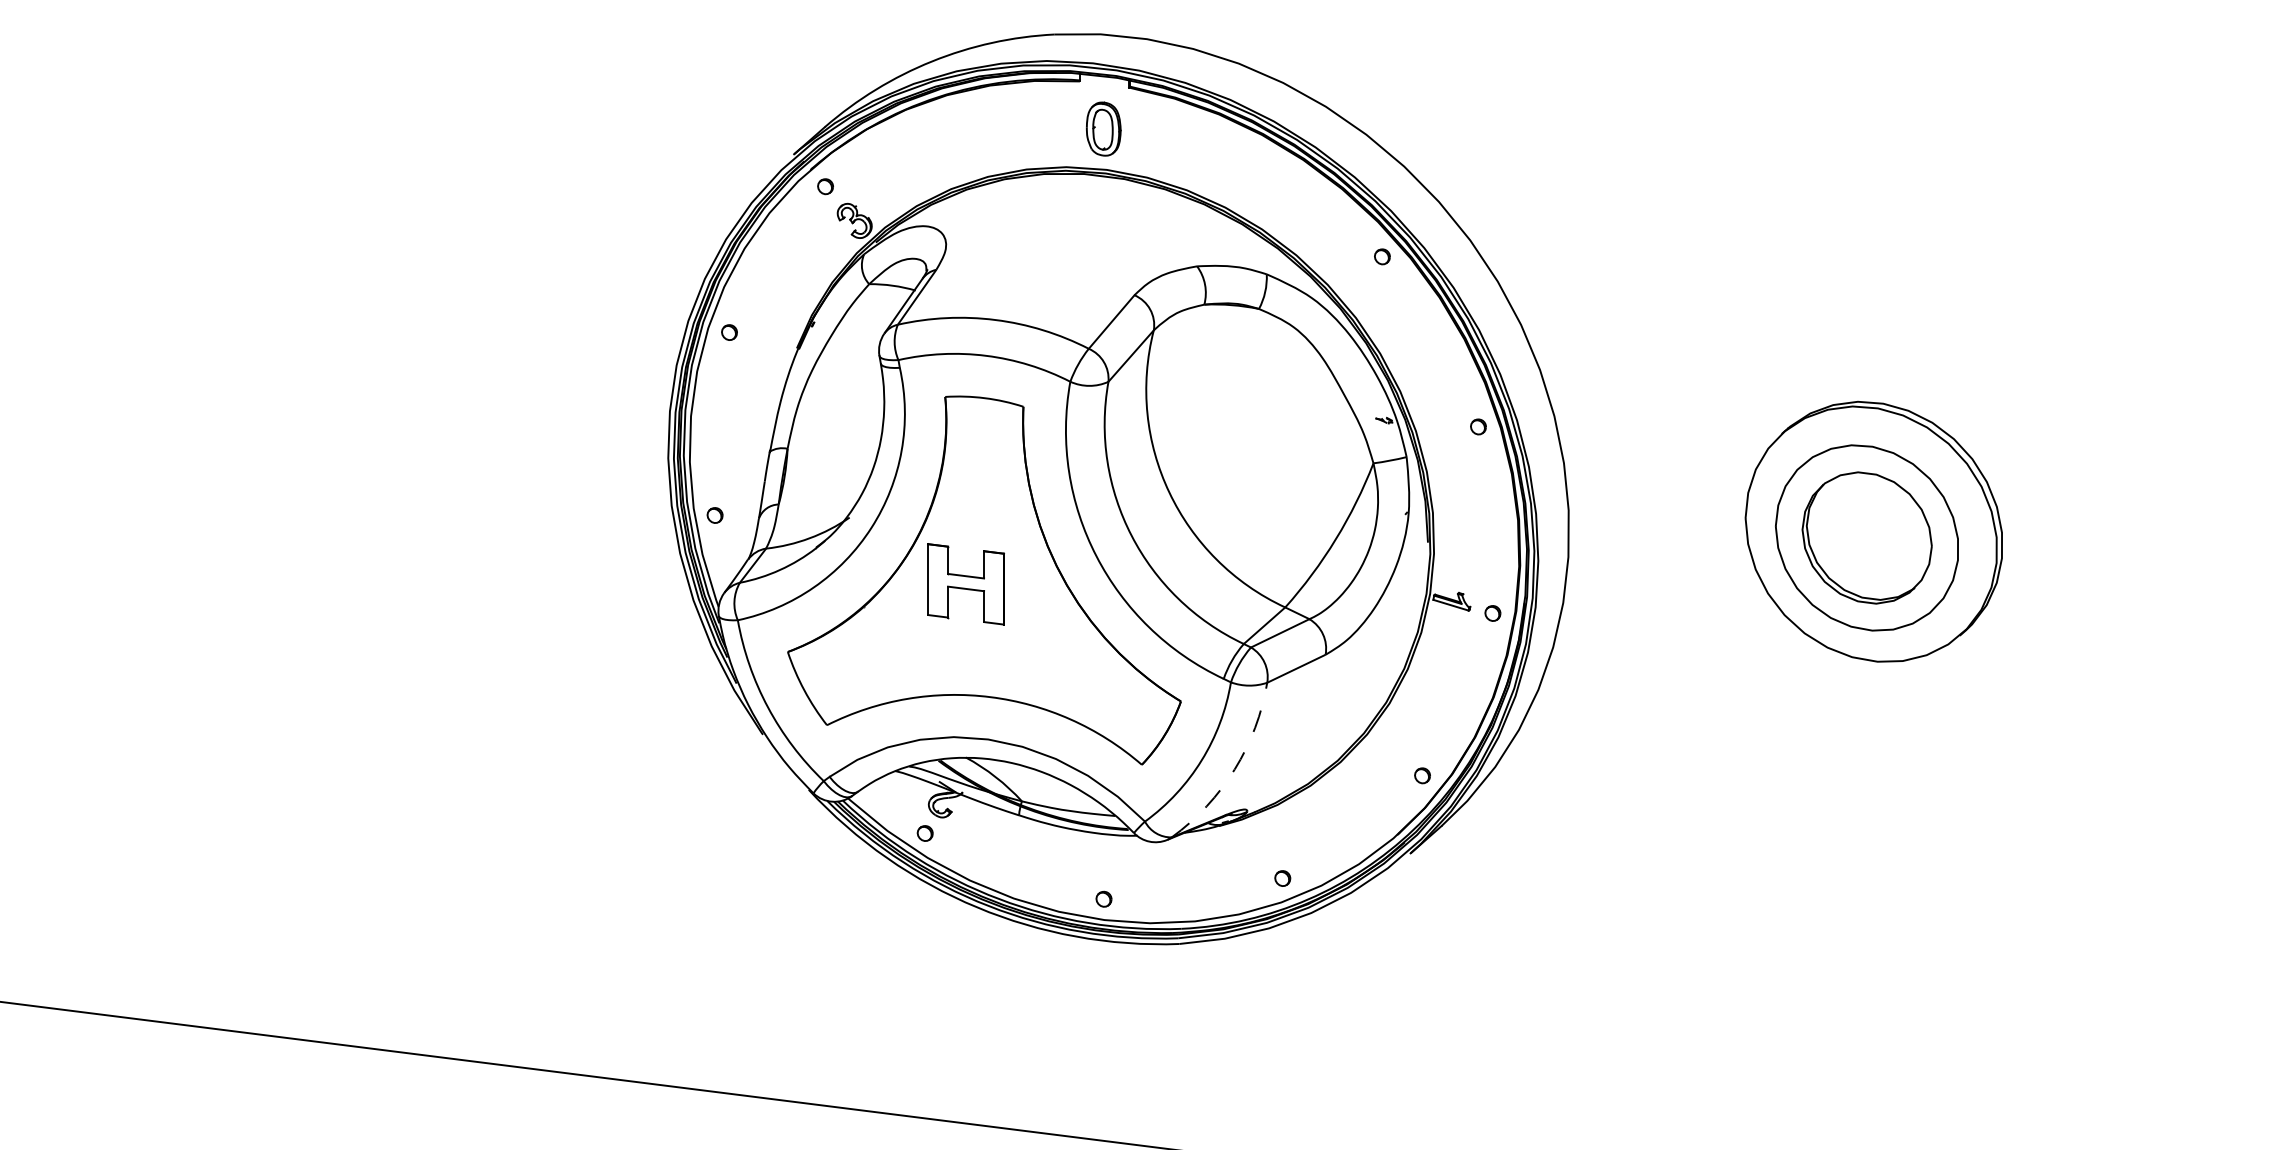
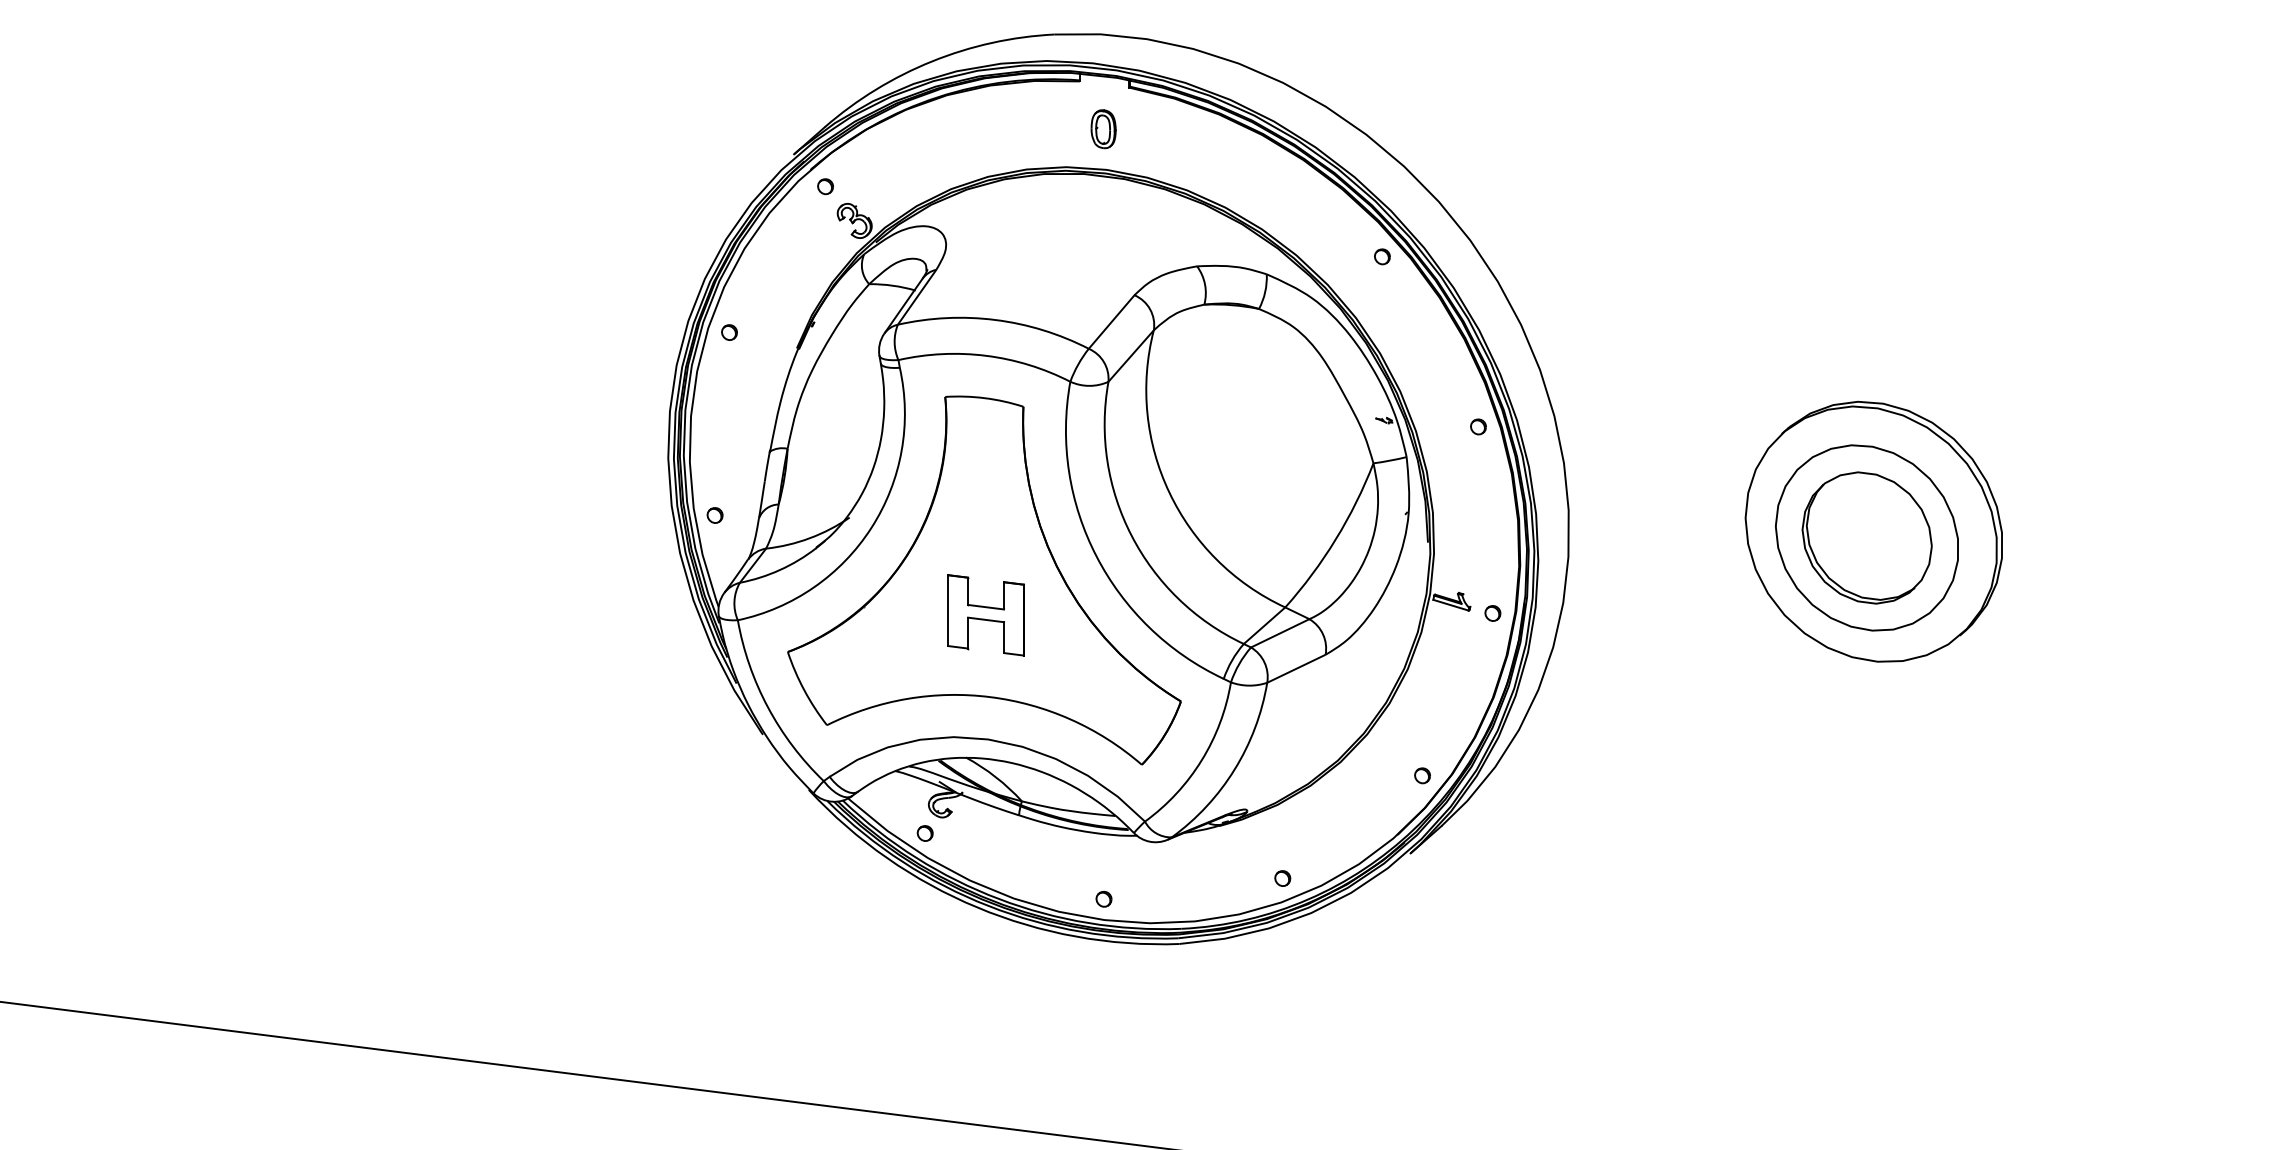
part at (1103, 128) size: 36x56 px -> 27x41 px
part at (965, 584) position: (965, 584) -> (985, 615)
arc at (1234, 769): dashed -> solid
